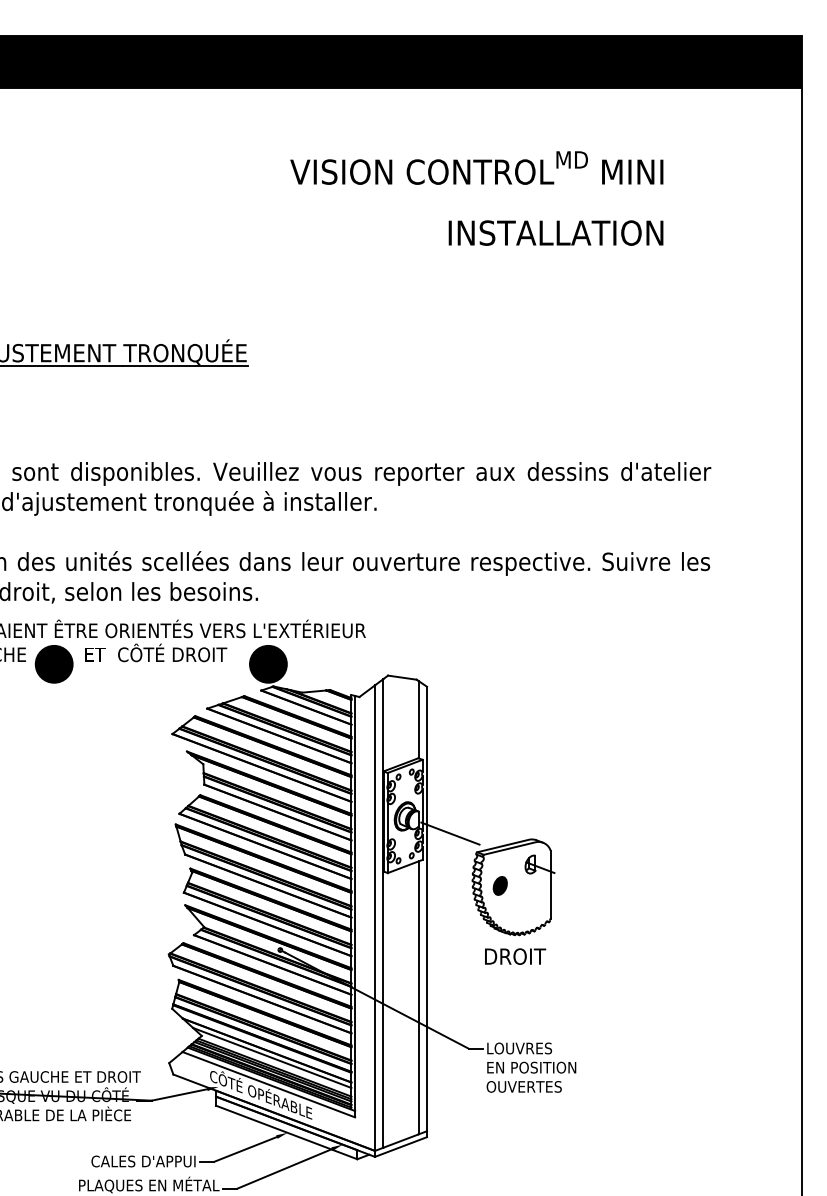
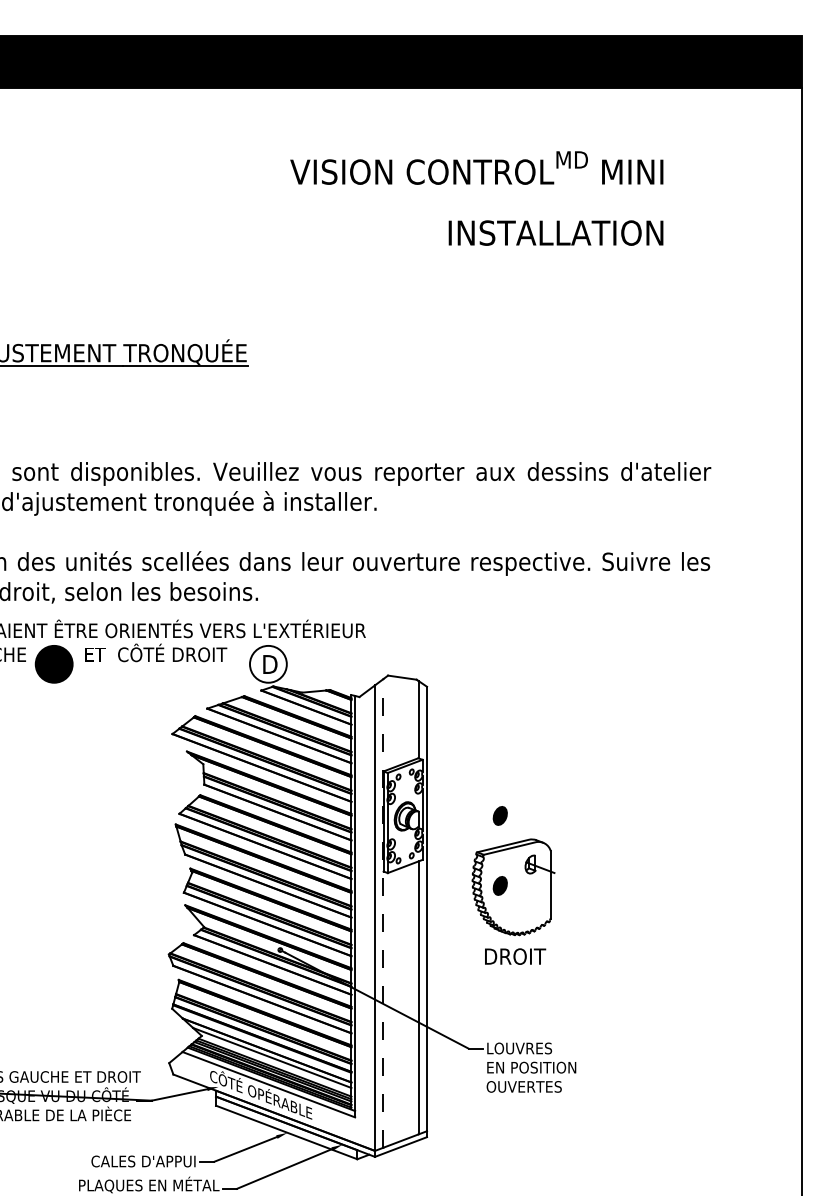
fill at (267, 663): present -> none
part at (499, 815): none -> present
line at (450, 833): present -> none
line at (383, 912): solid -> dashed
